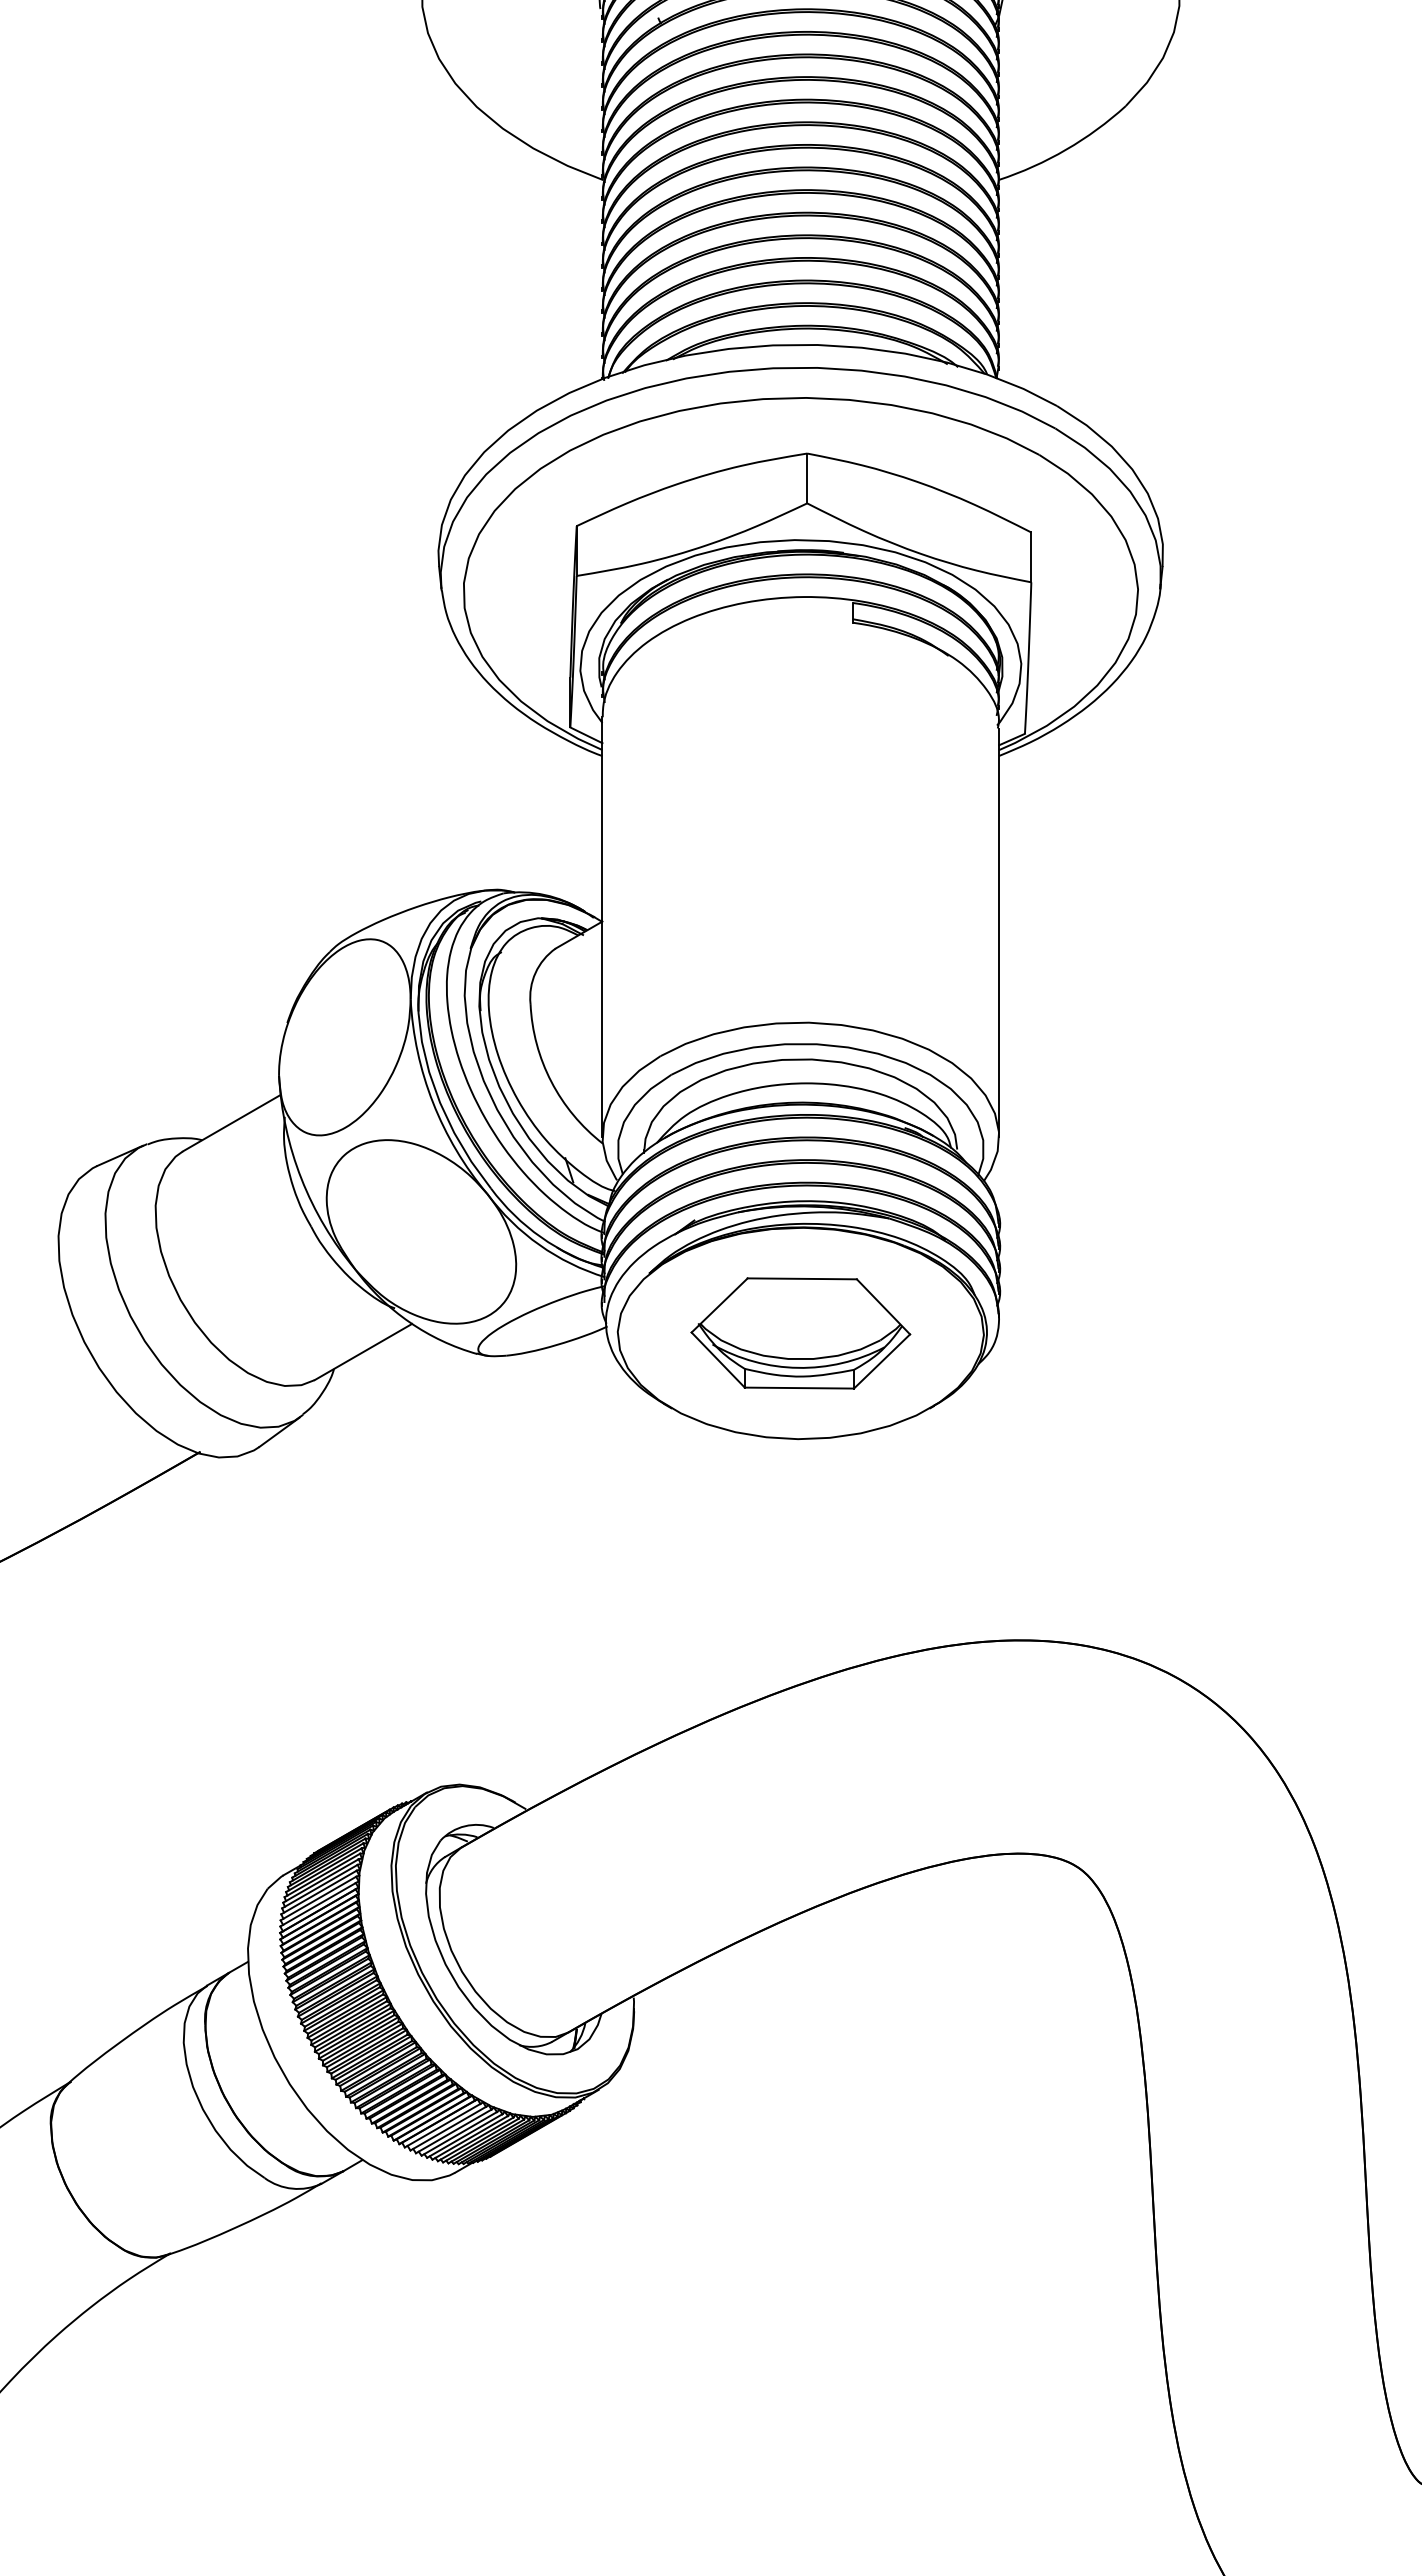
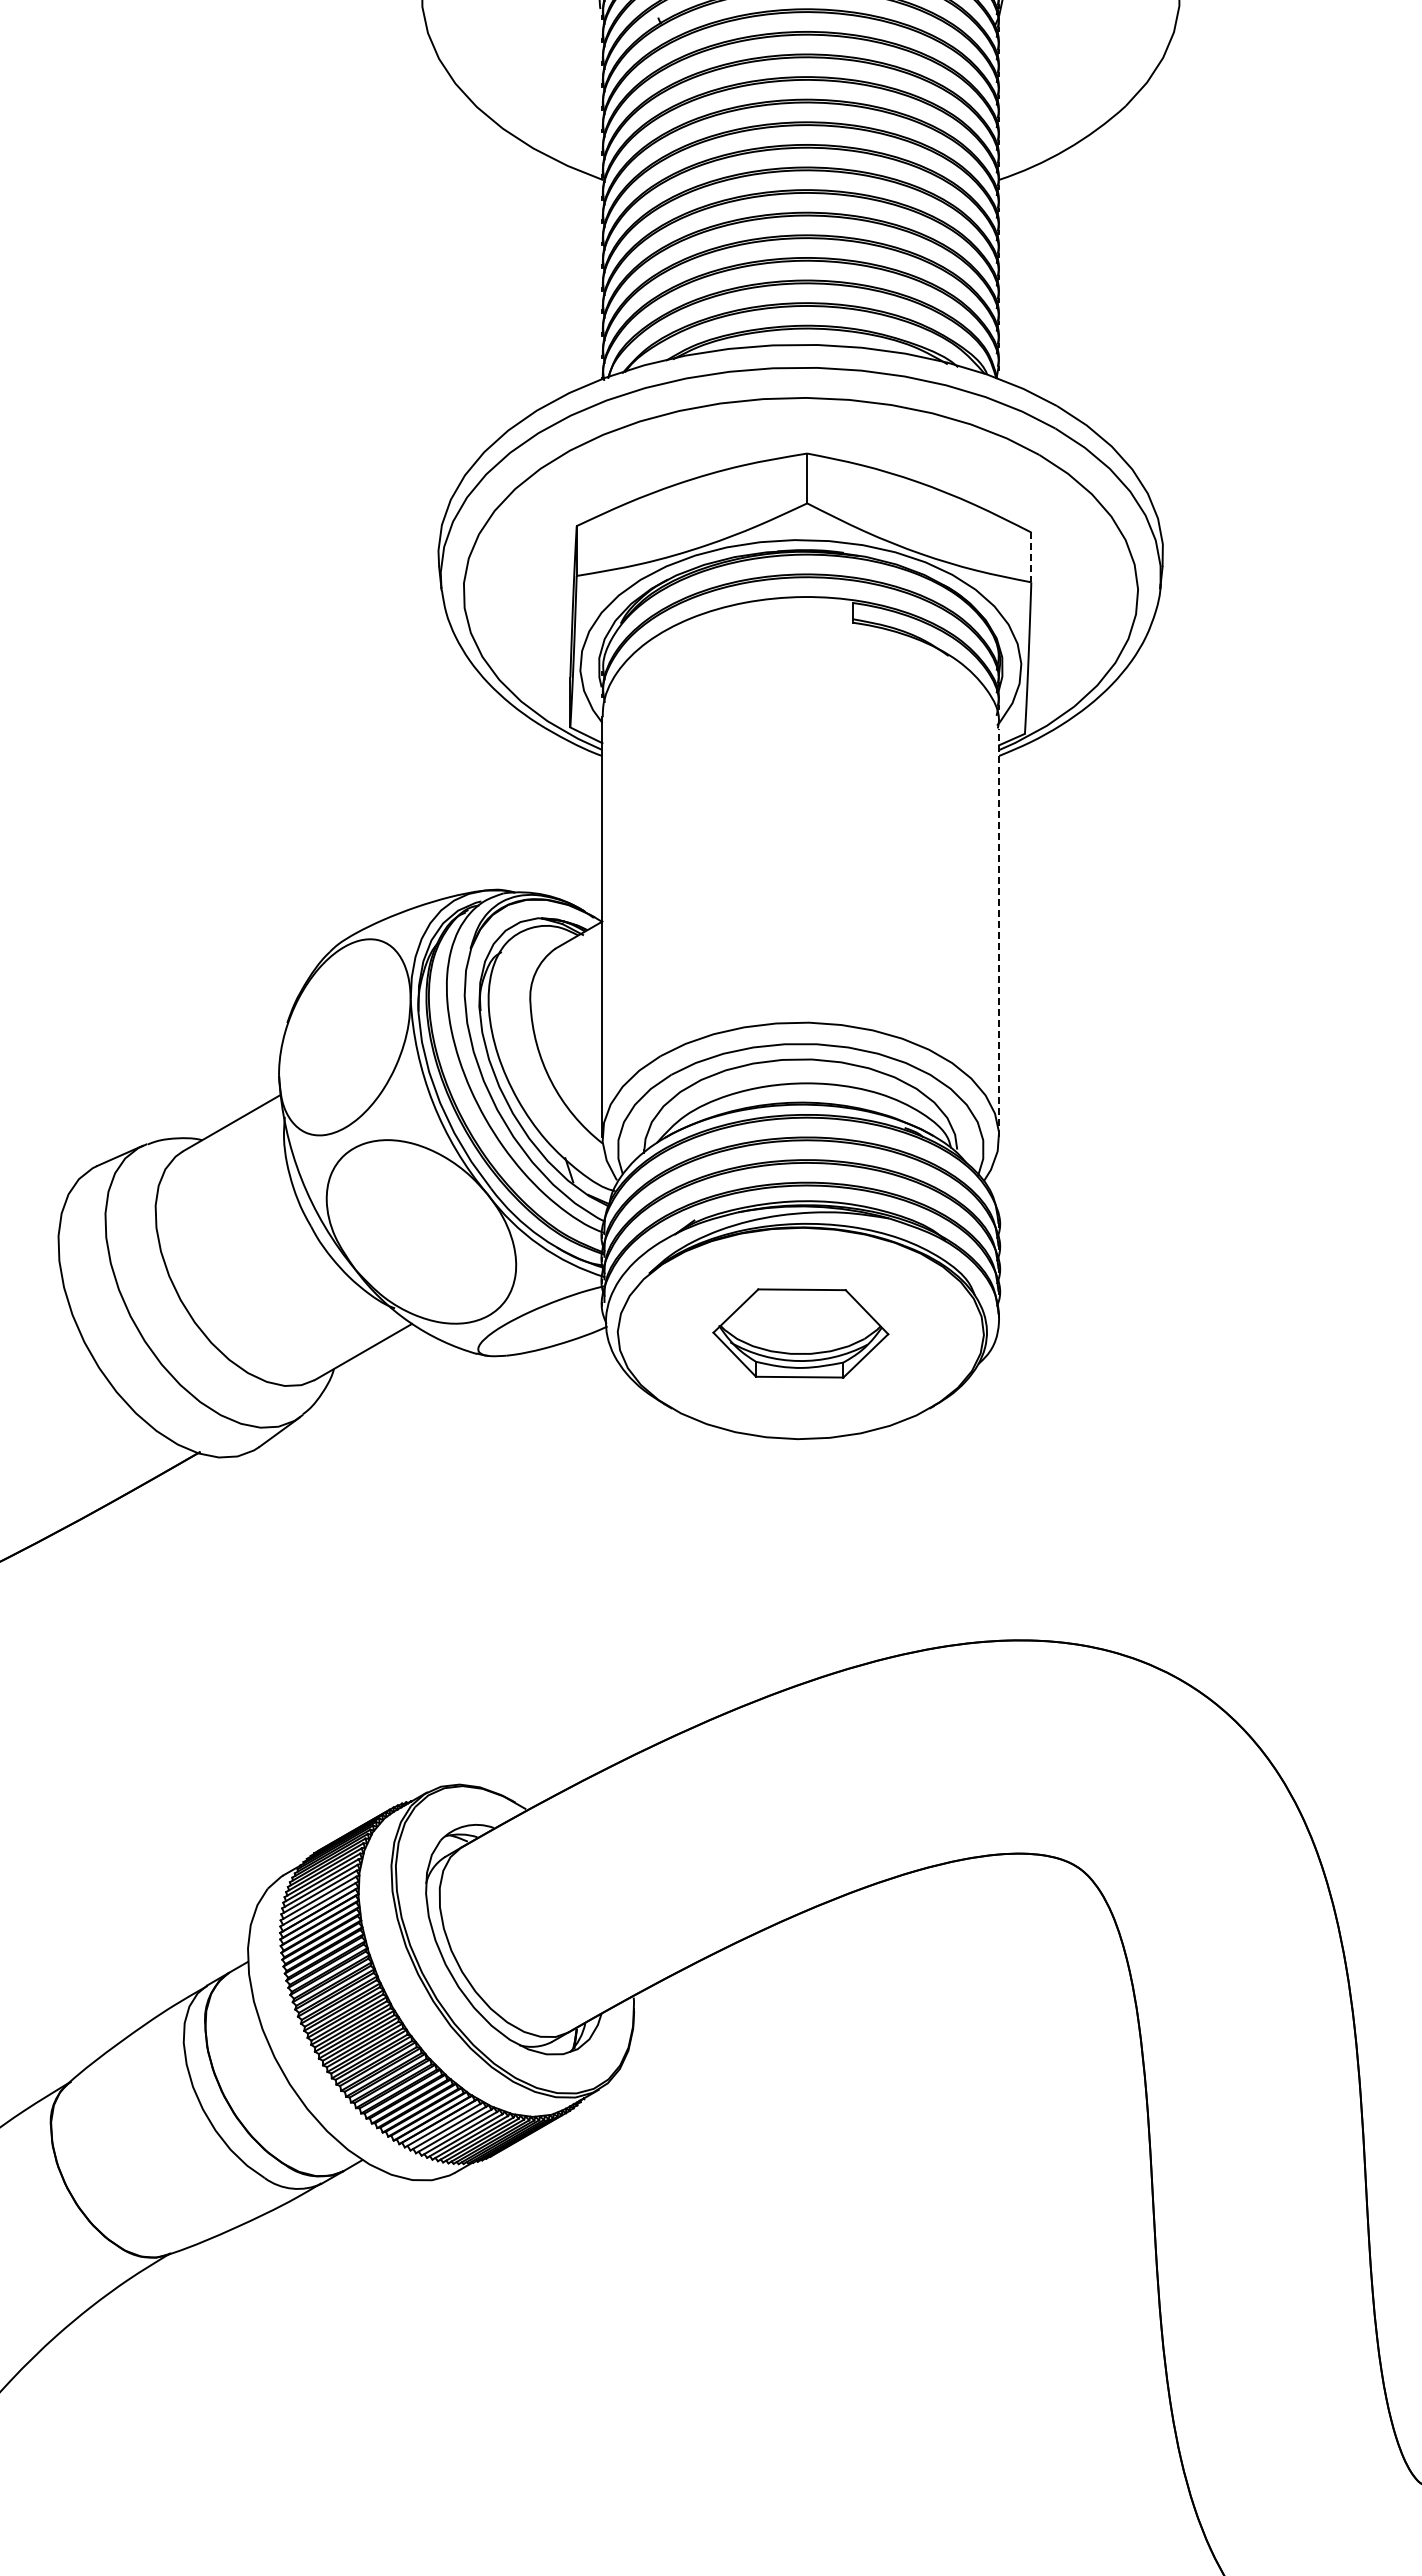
line at (1031, 557): solid -> dashed
line at (999, 932): solid -> dashed
part at (800, 1333) size: 222x113 px -> 178x91 px
